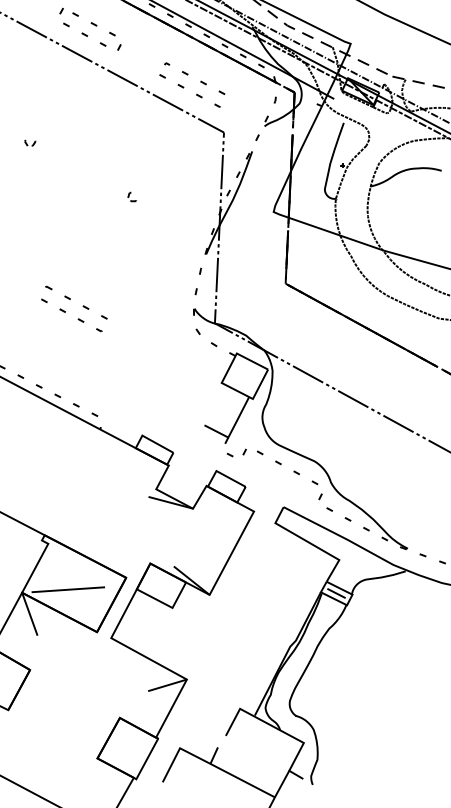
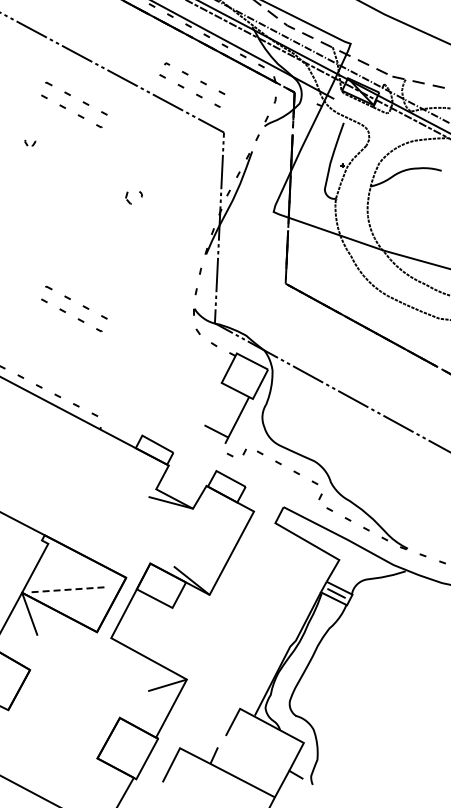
part at (90, 28): present -> none
part at (82, 102): none -> present
part at (131, 196) size: 10x12 px -> 18x14 px
line at (68, 589): solid -> dashed
